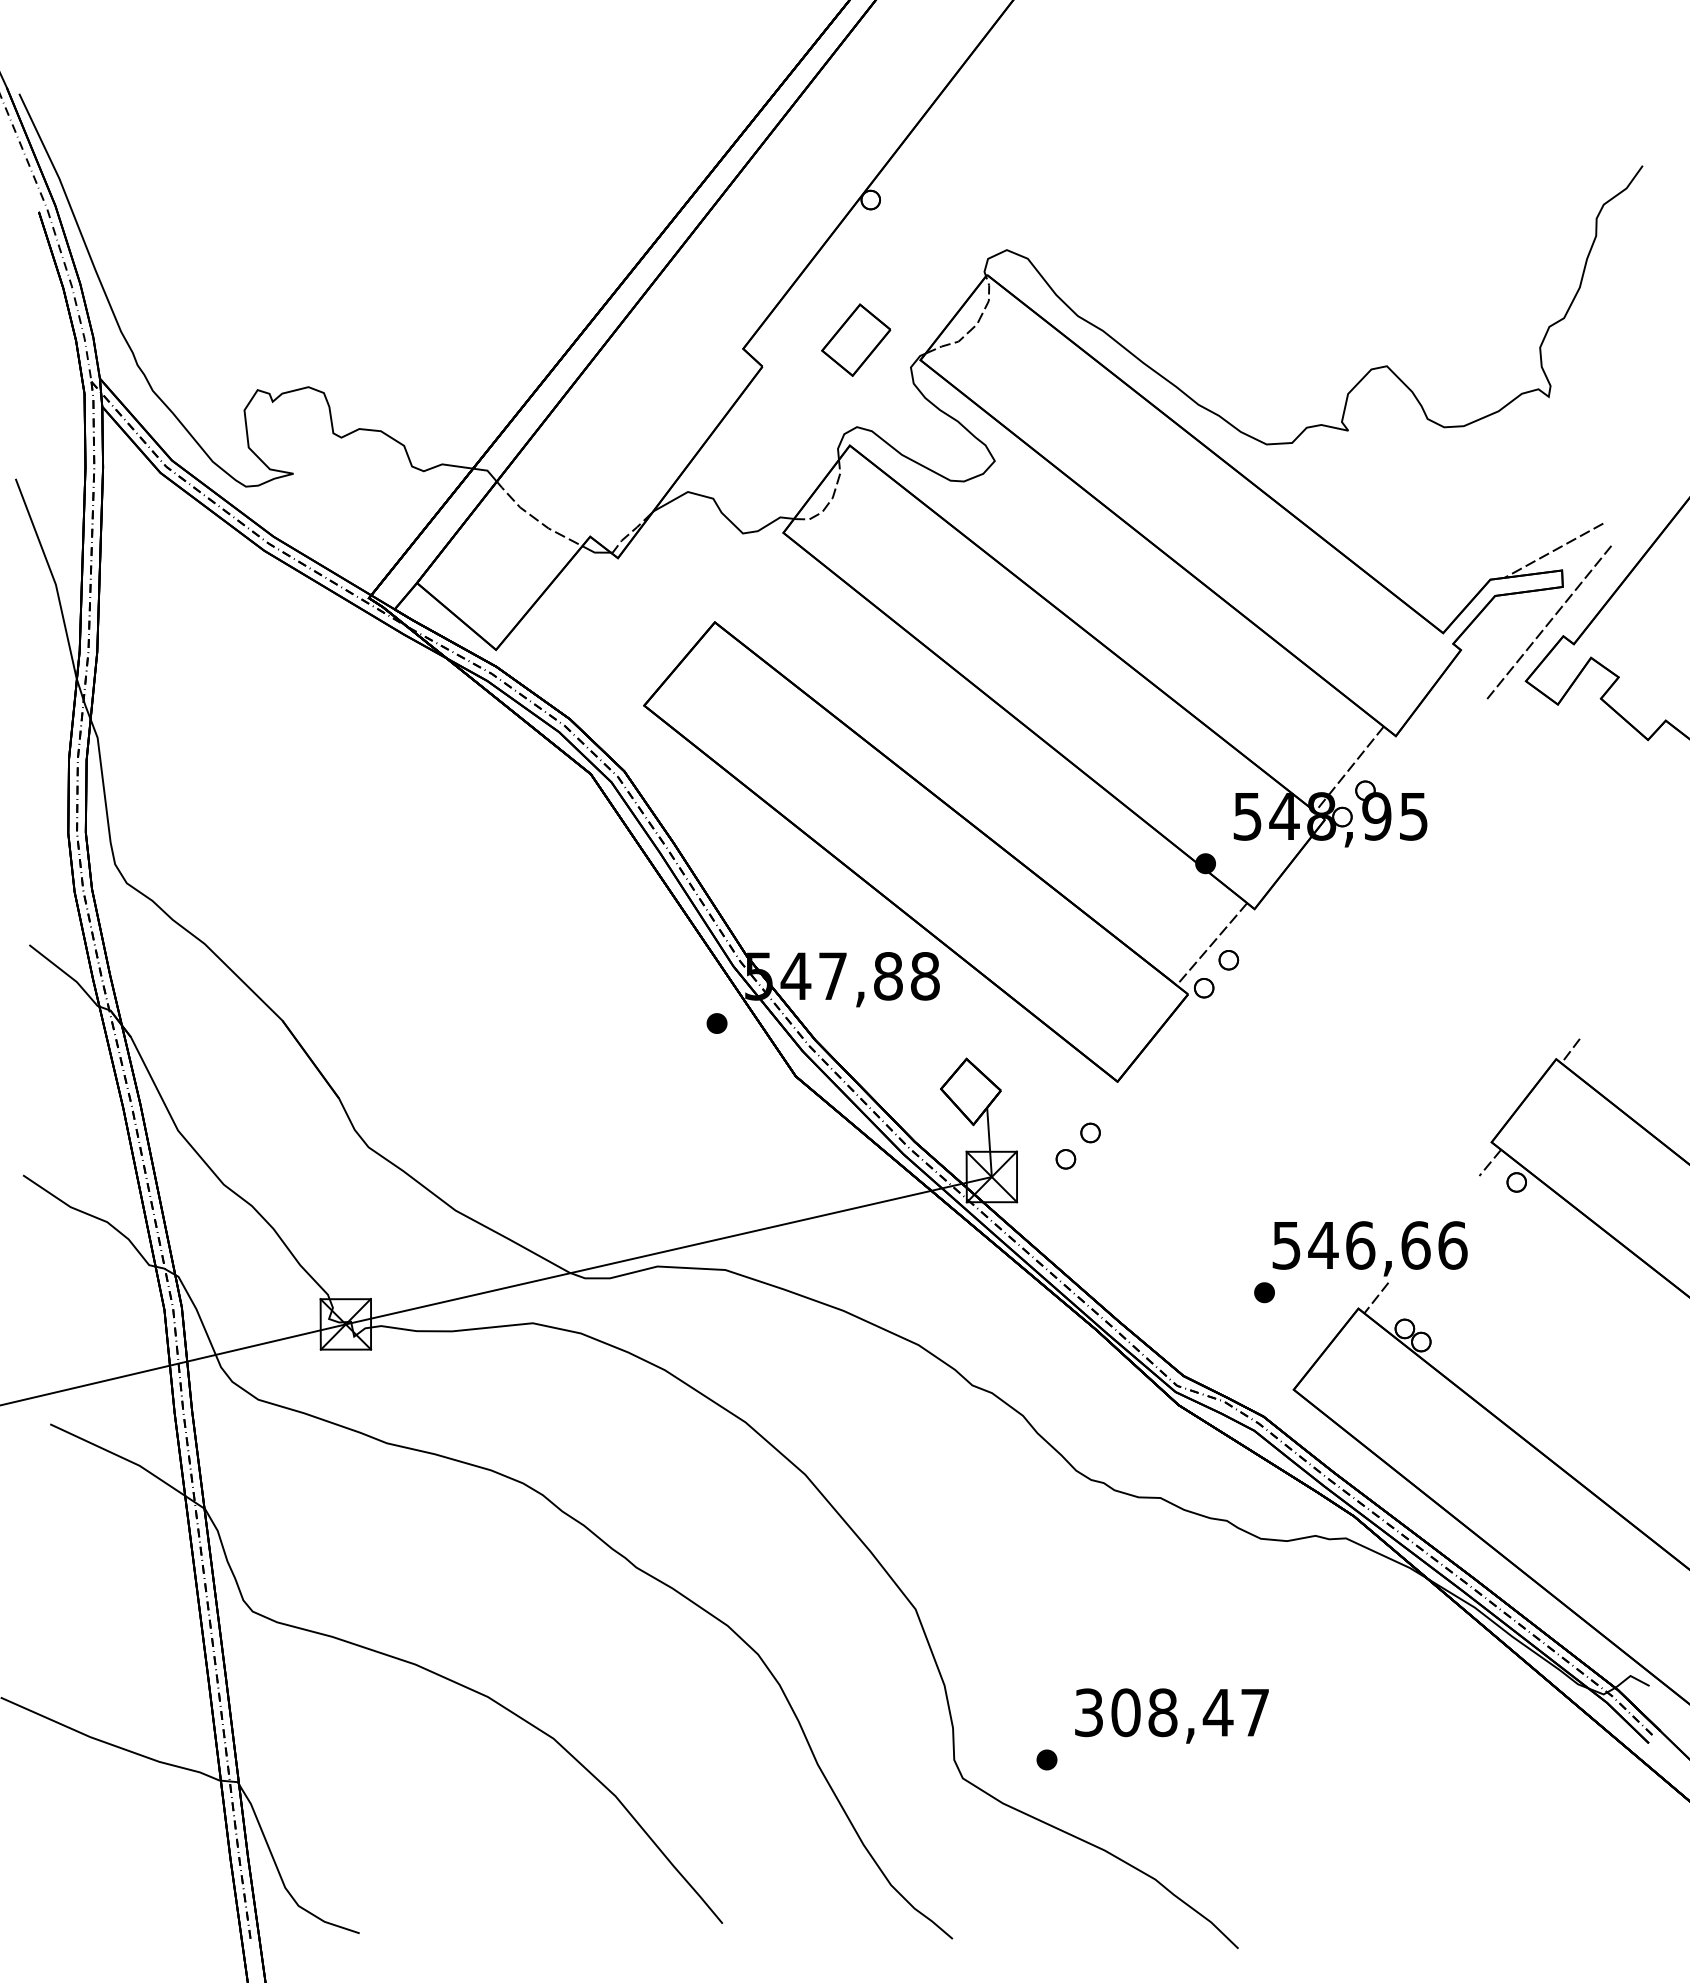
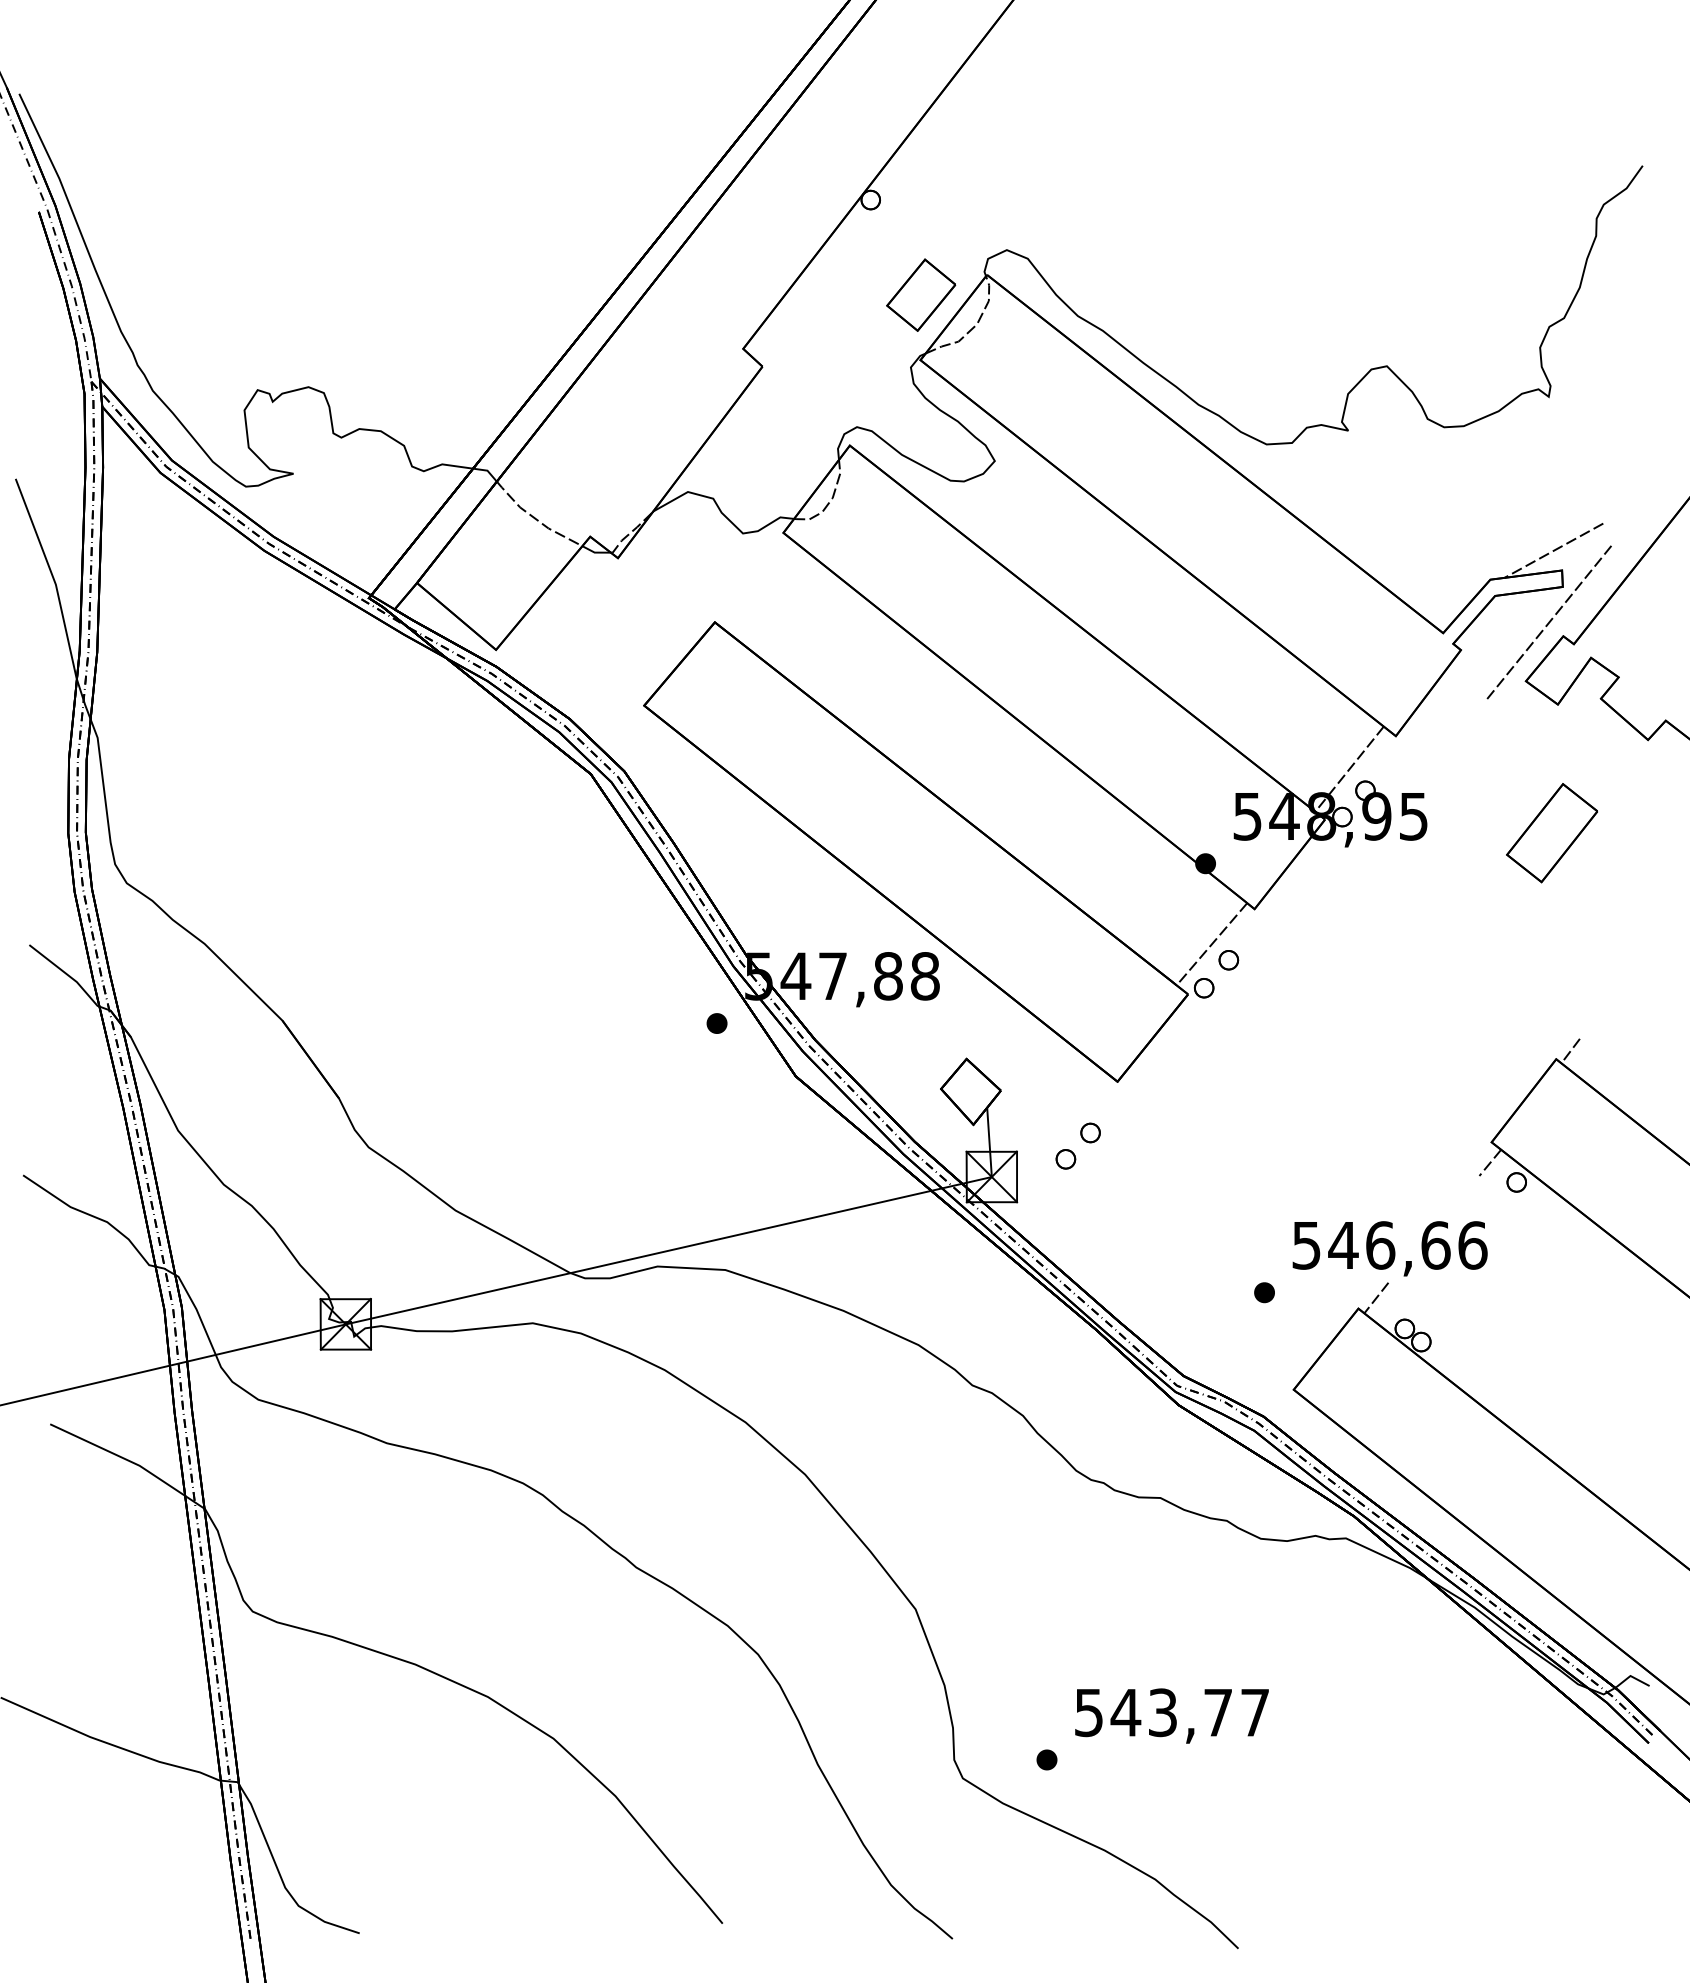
part at (856, 339) position: (856, 339) -> (921, 294)
part at (1551, 833): none -> present
text at (1369, 1248) position: (1369, 1248) -> (1389, 1248)
text at (1154, 1712): 308,47 -> 543,77
